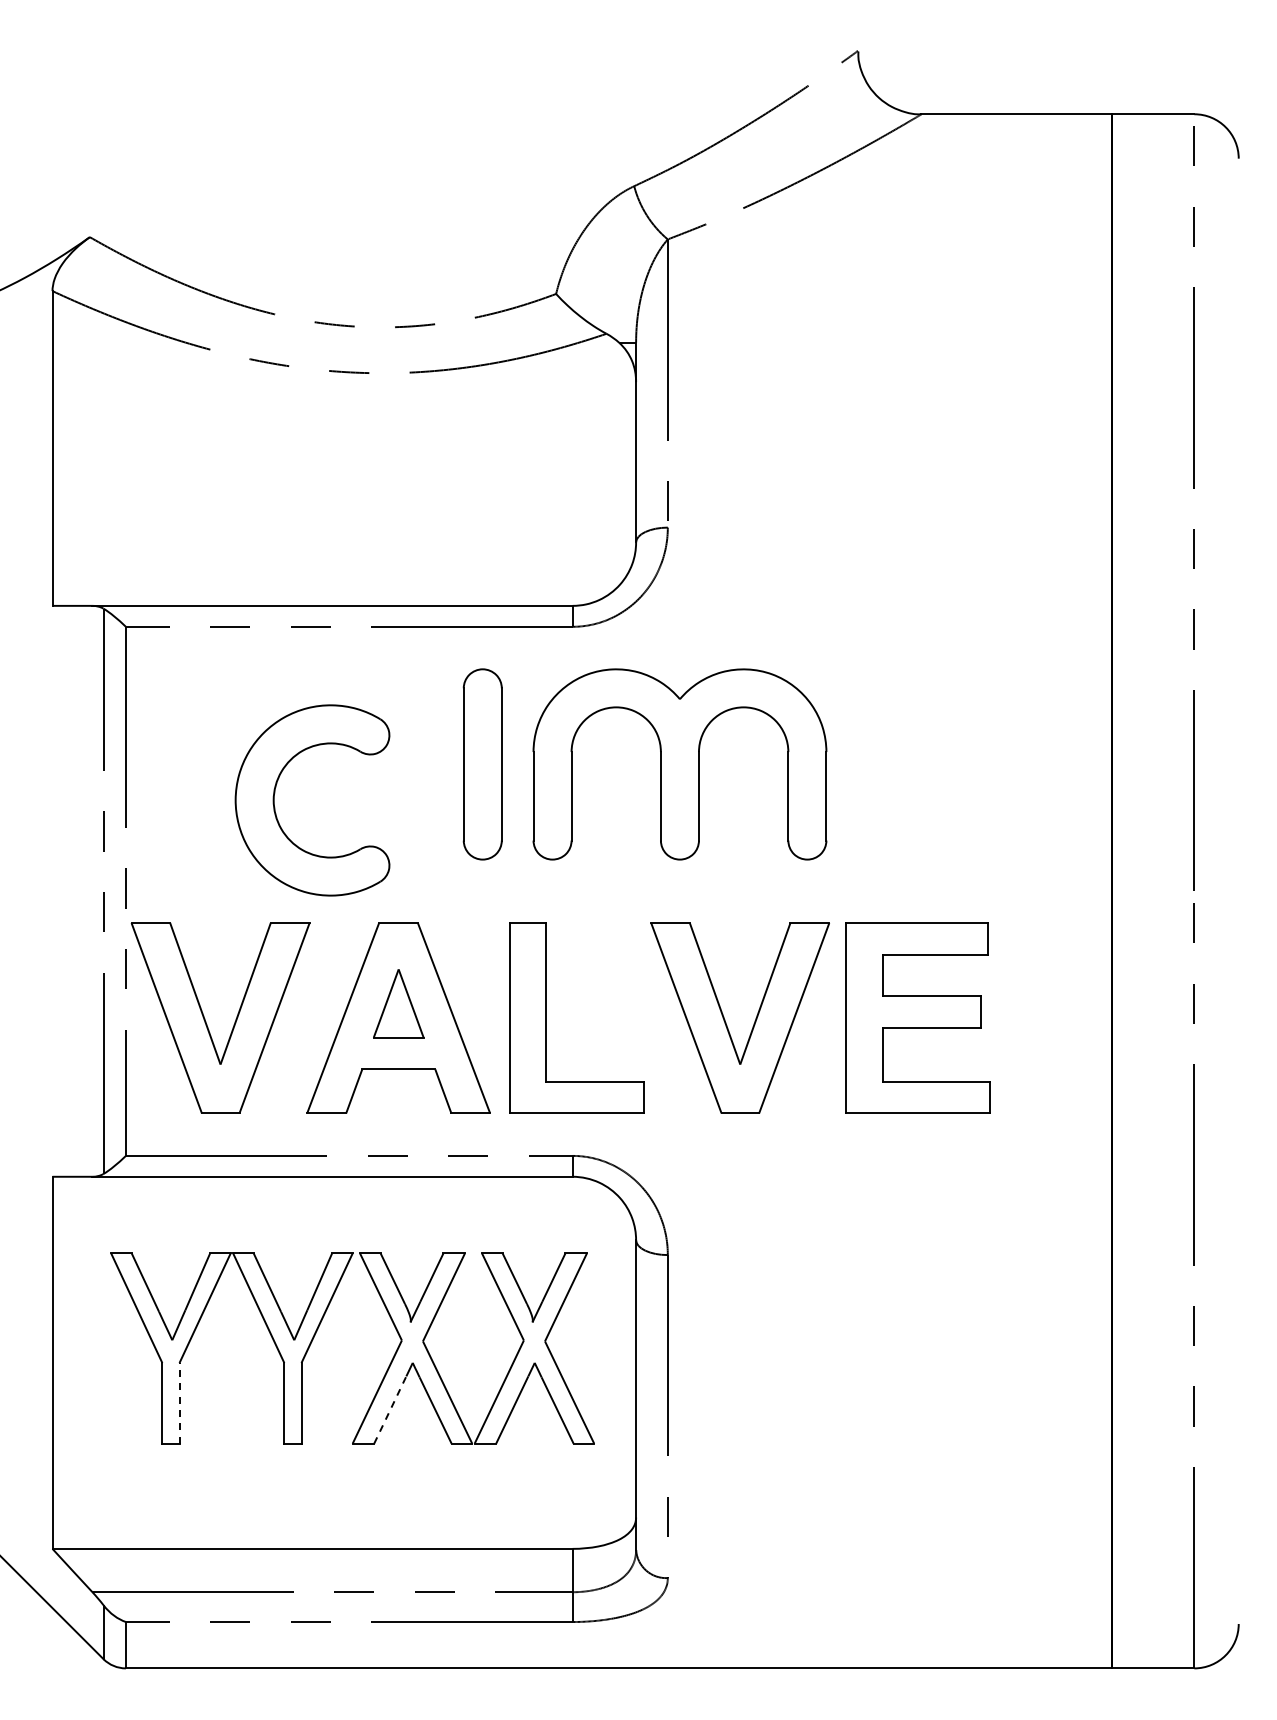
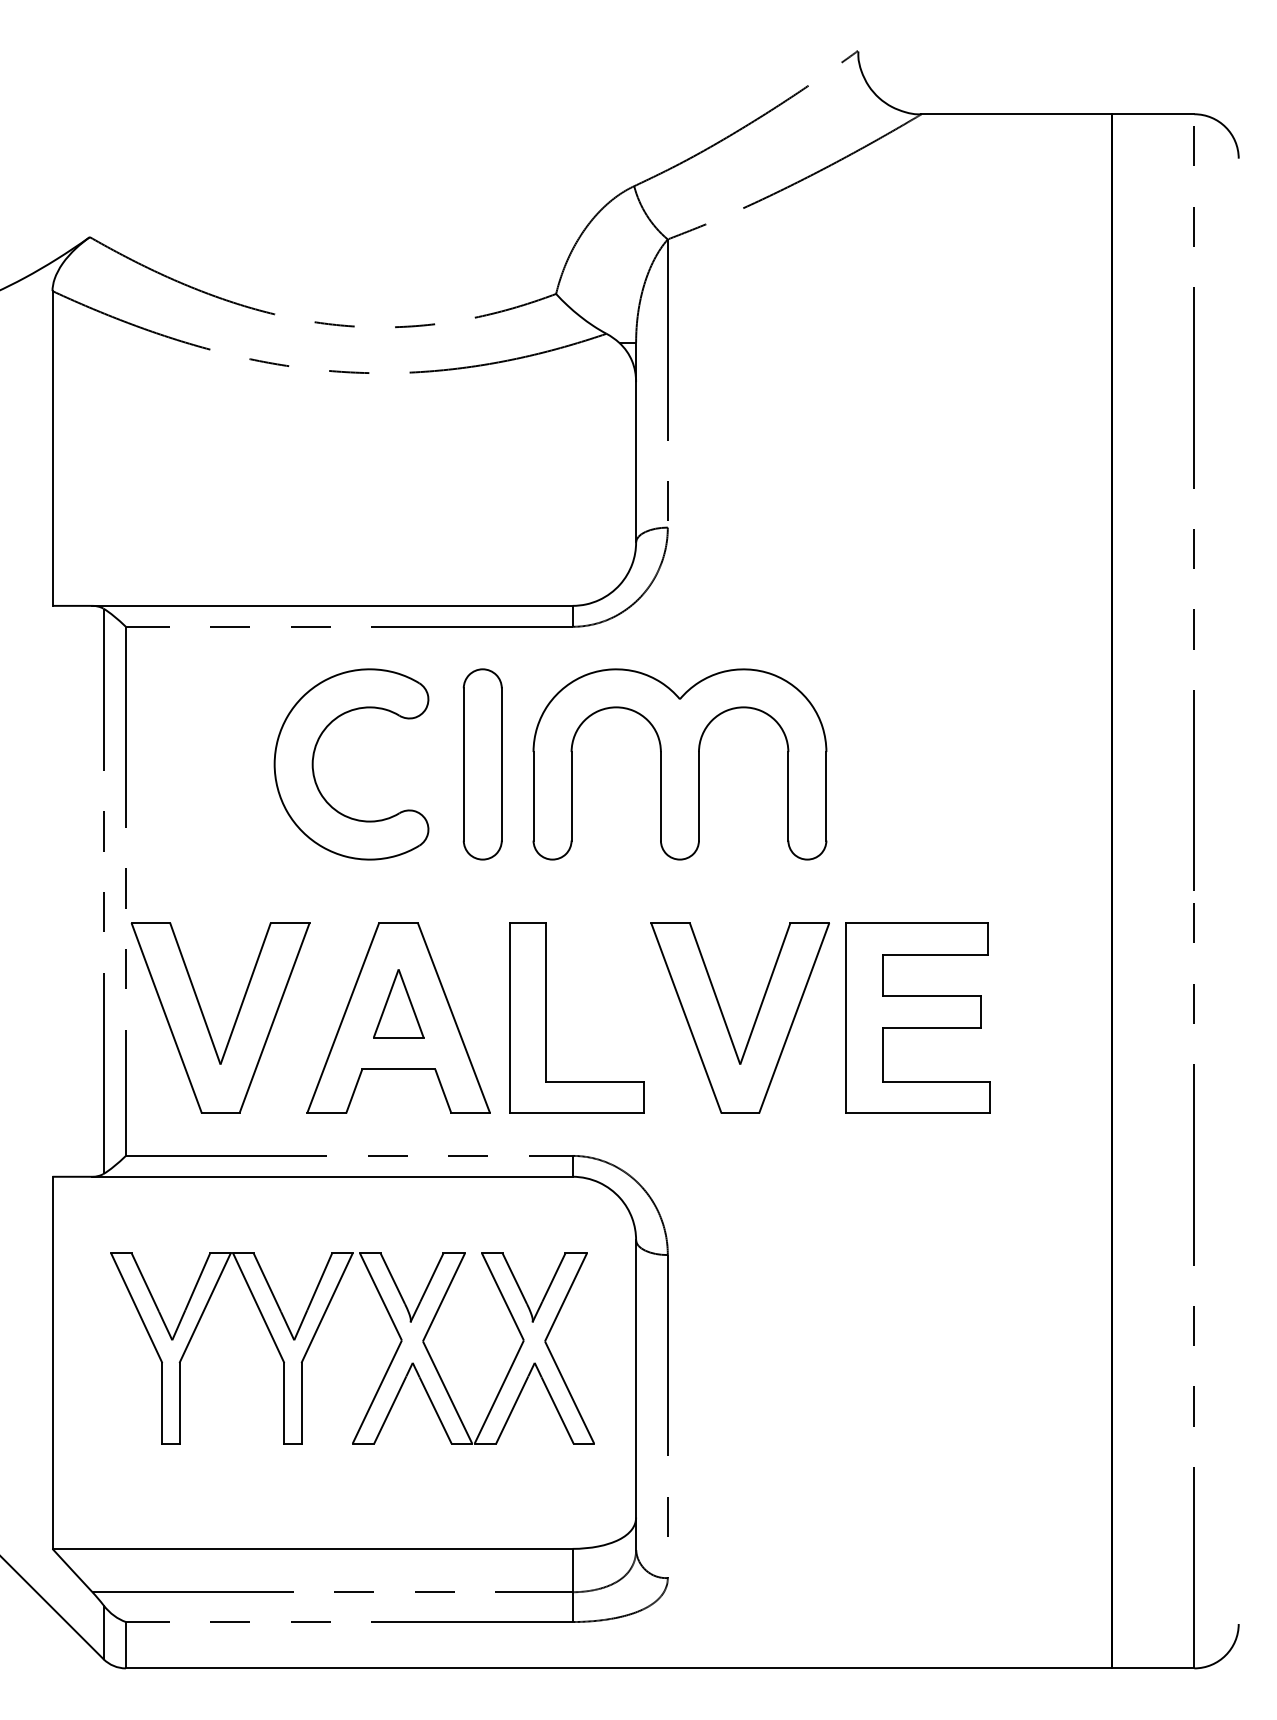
part at (275, 793) position: (275, 793) -> (314, 757)
line at (179, 1402): dashed -> solid
line at (390, 1409): dashed -> solid
